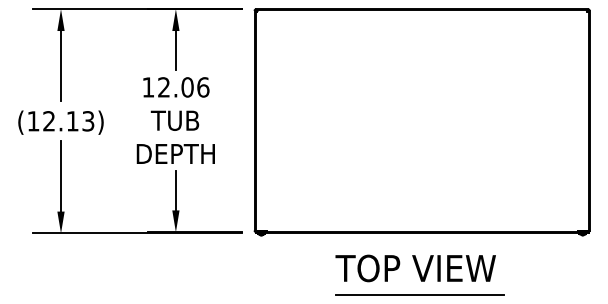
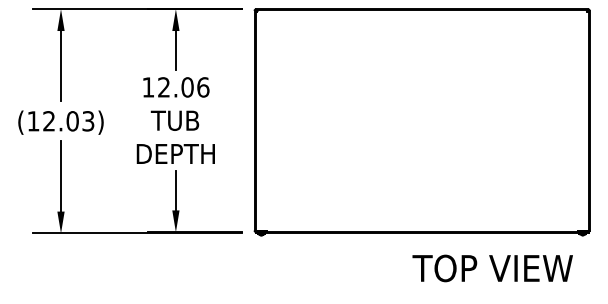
text at (72, 121): (12.13) -> (12.03)
text at (415, 268) position: (415, 268) -> (492, 268)
line at (419, 294): present -> none
